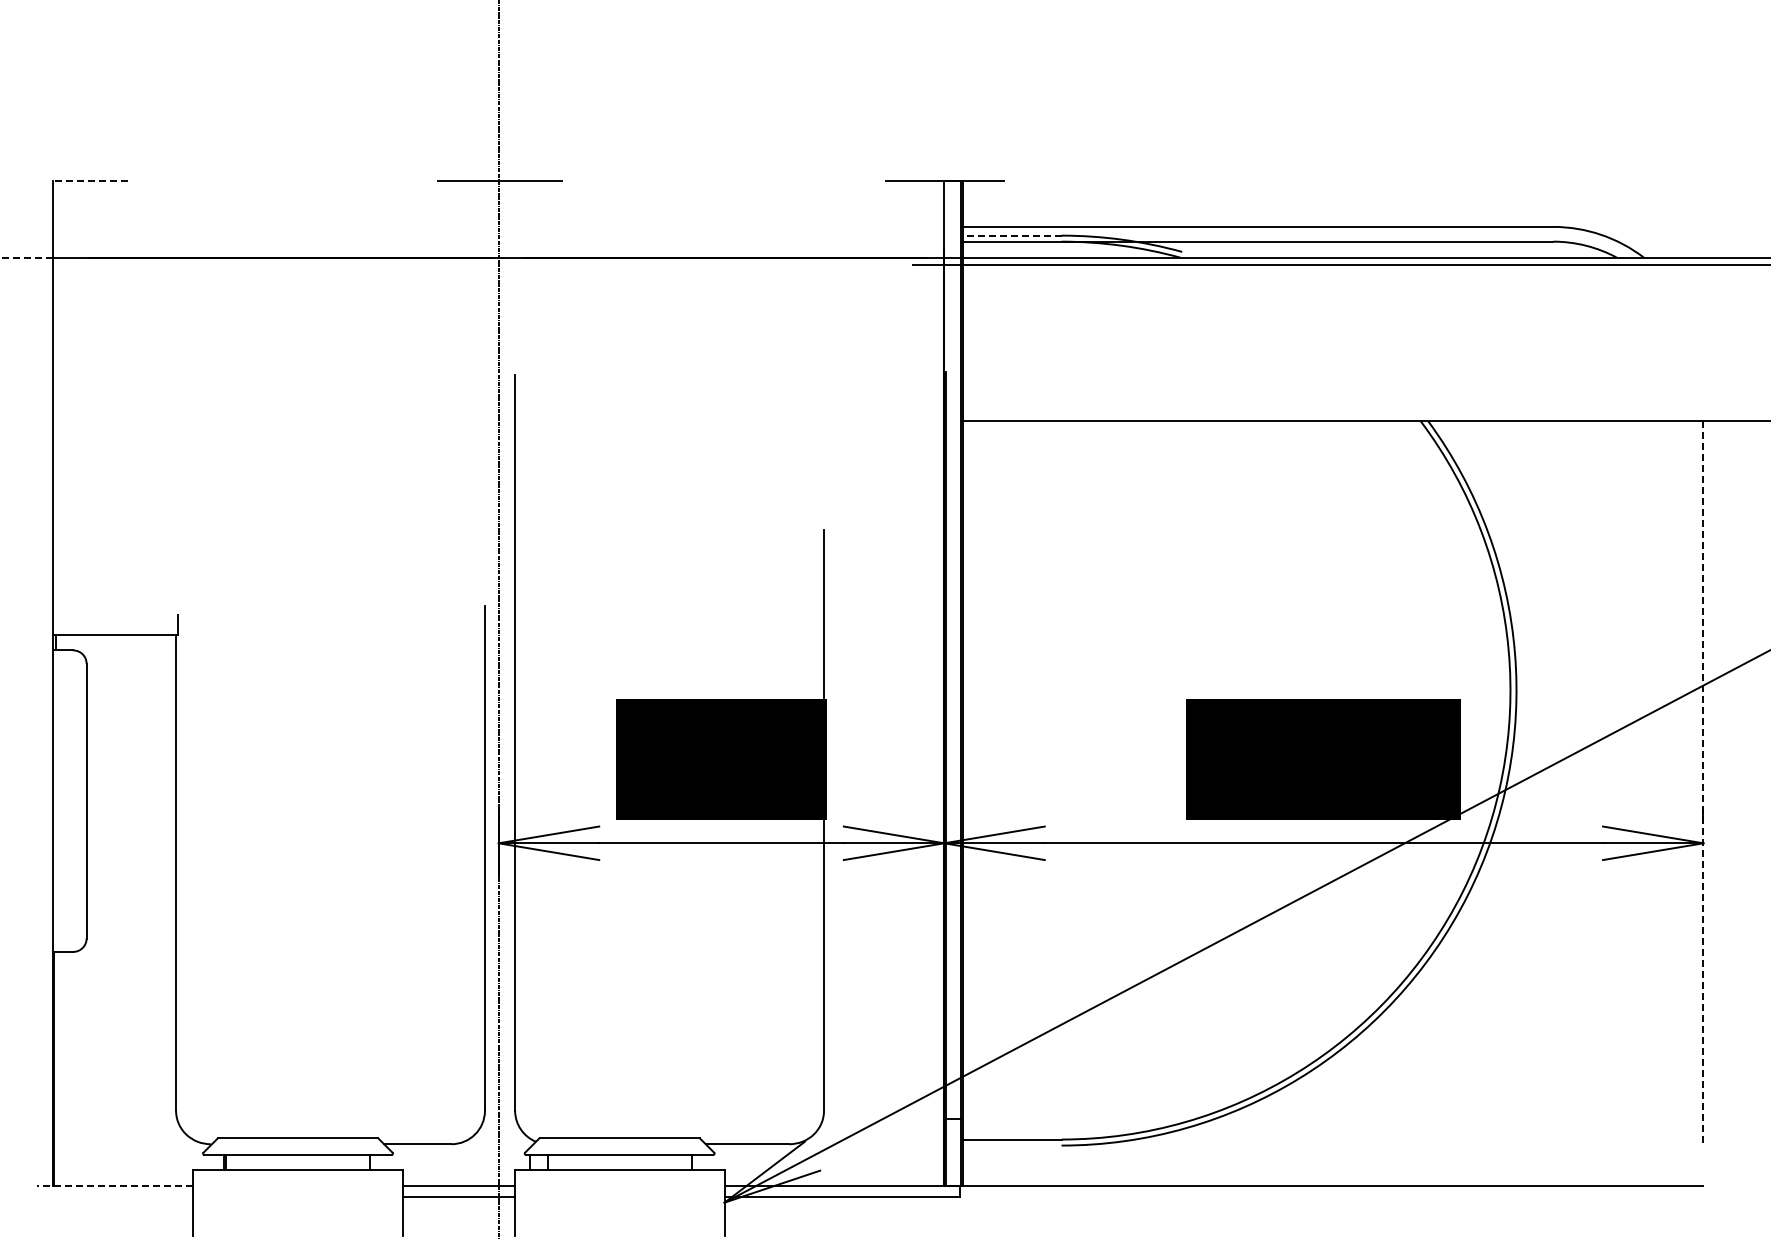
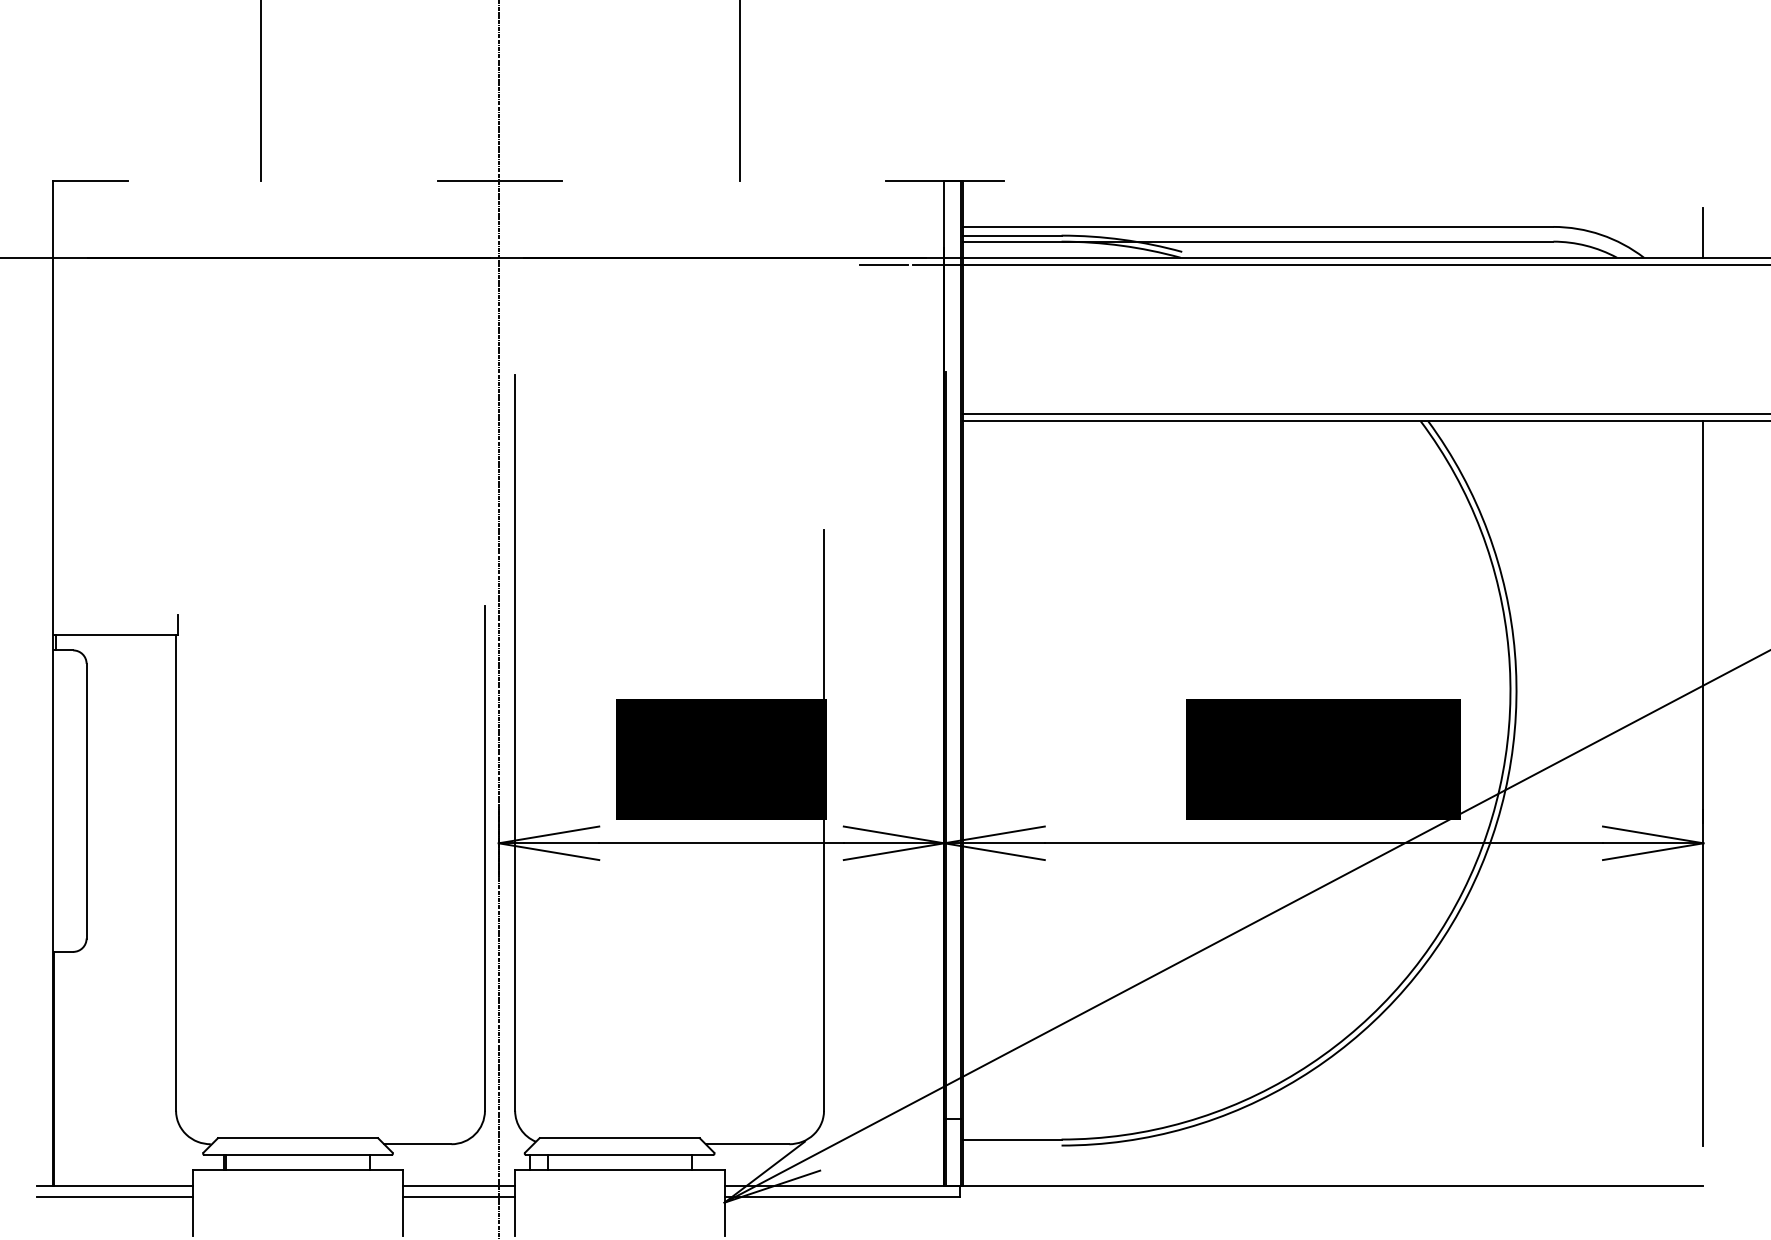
line at (260, 91): none -> present
line at (739, 91): none -> present
line at (90, 181): dashed -> solid
line at (1703, 232): none -> present
line at (1011, 235): dashed -> solid
line at (26, 257): dashed -> solid
line at (884, 265): none -> present
line at (1365, 413): none -> present
line at (1703, 783): dashed -> solid
line at (114, 1186): dashed -> solid
line at (115, 1197): none -> present
